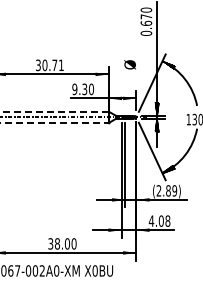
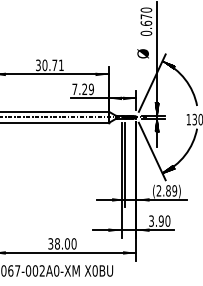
text at (129, 64) position: (129, 64) -> (142, 53)
text at (82, 89): 9.30 -> 7.29
line at (54, 111): dashed -> solid
line at (55, 123): dashed -> solid
text at (159, 220): 4.08 -> 3.90
